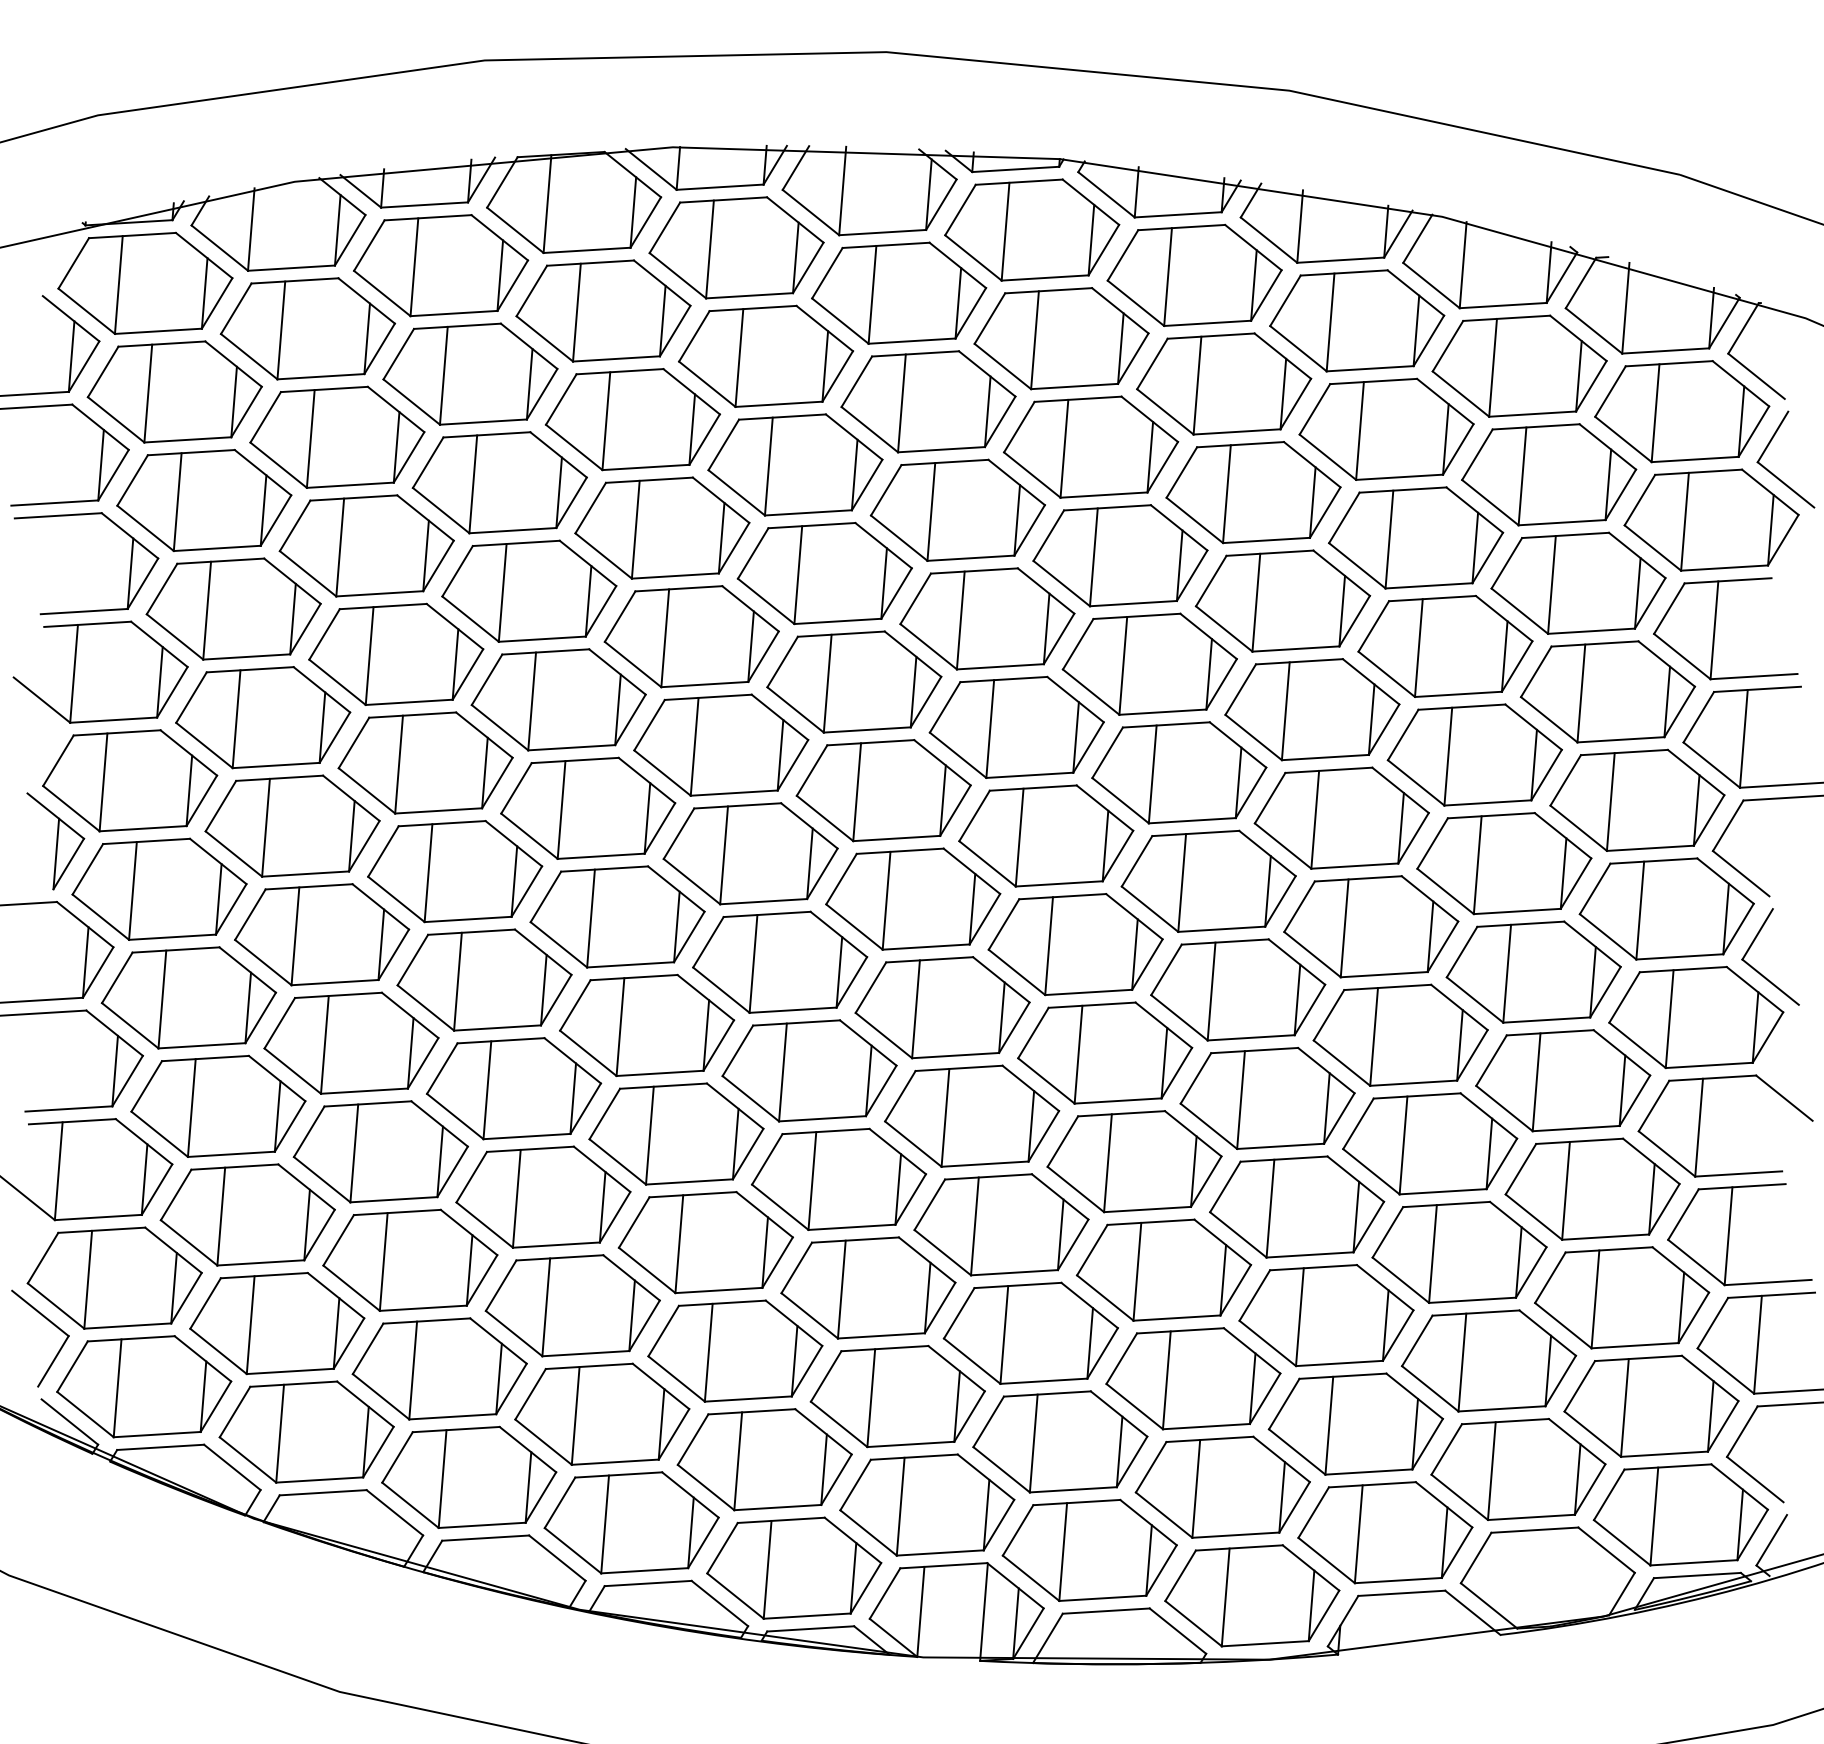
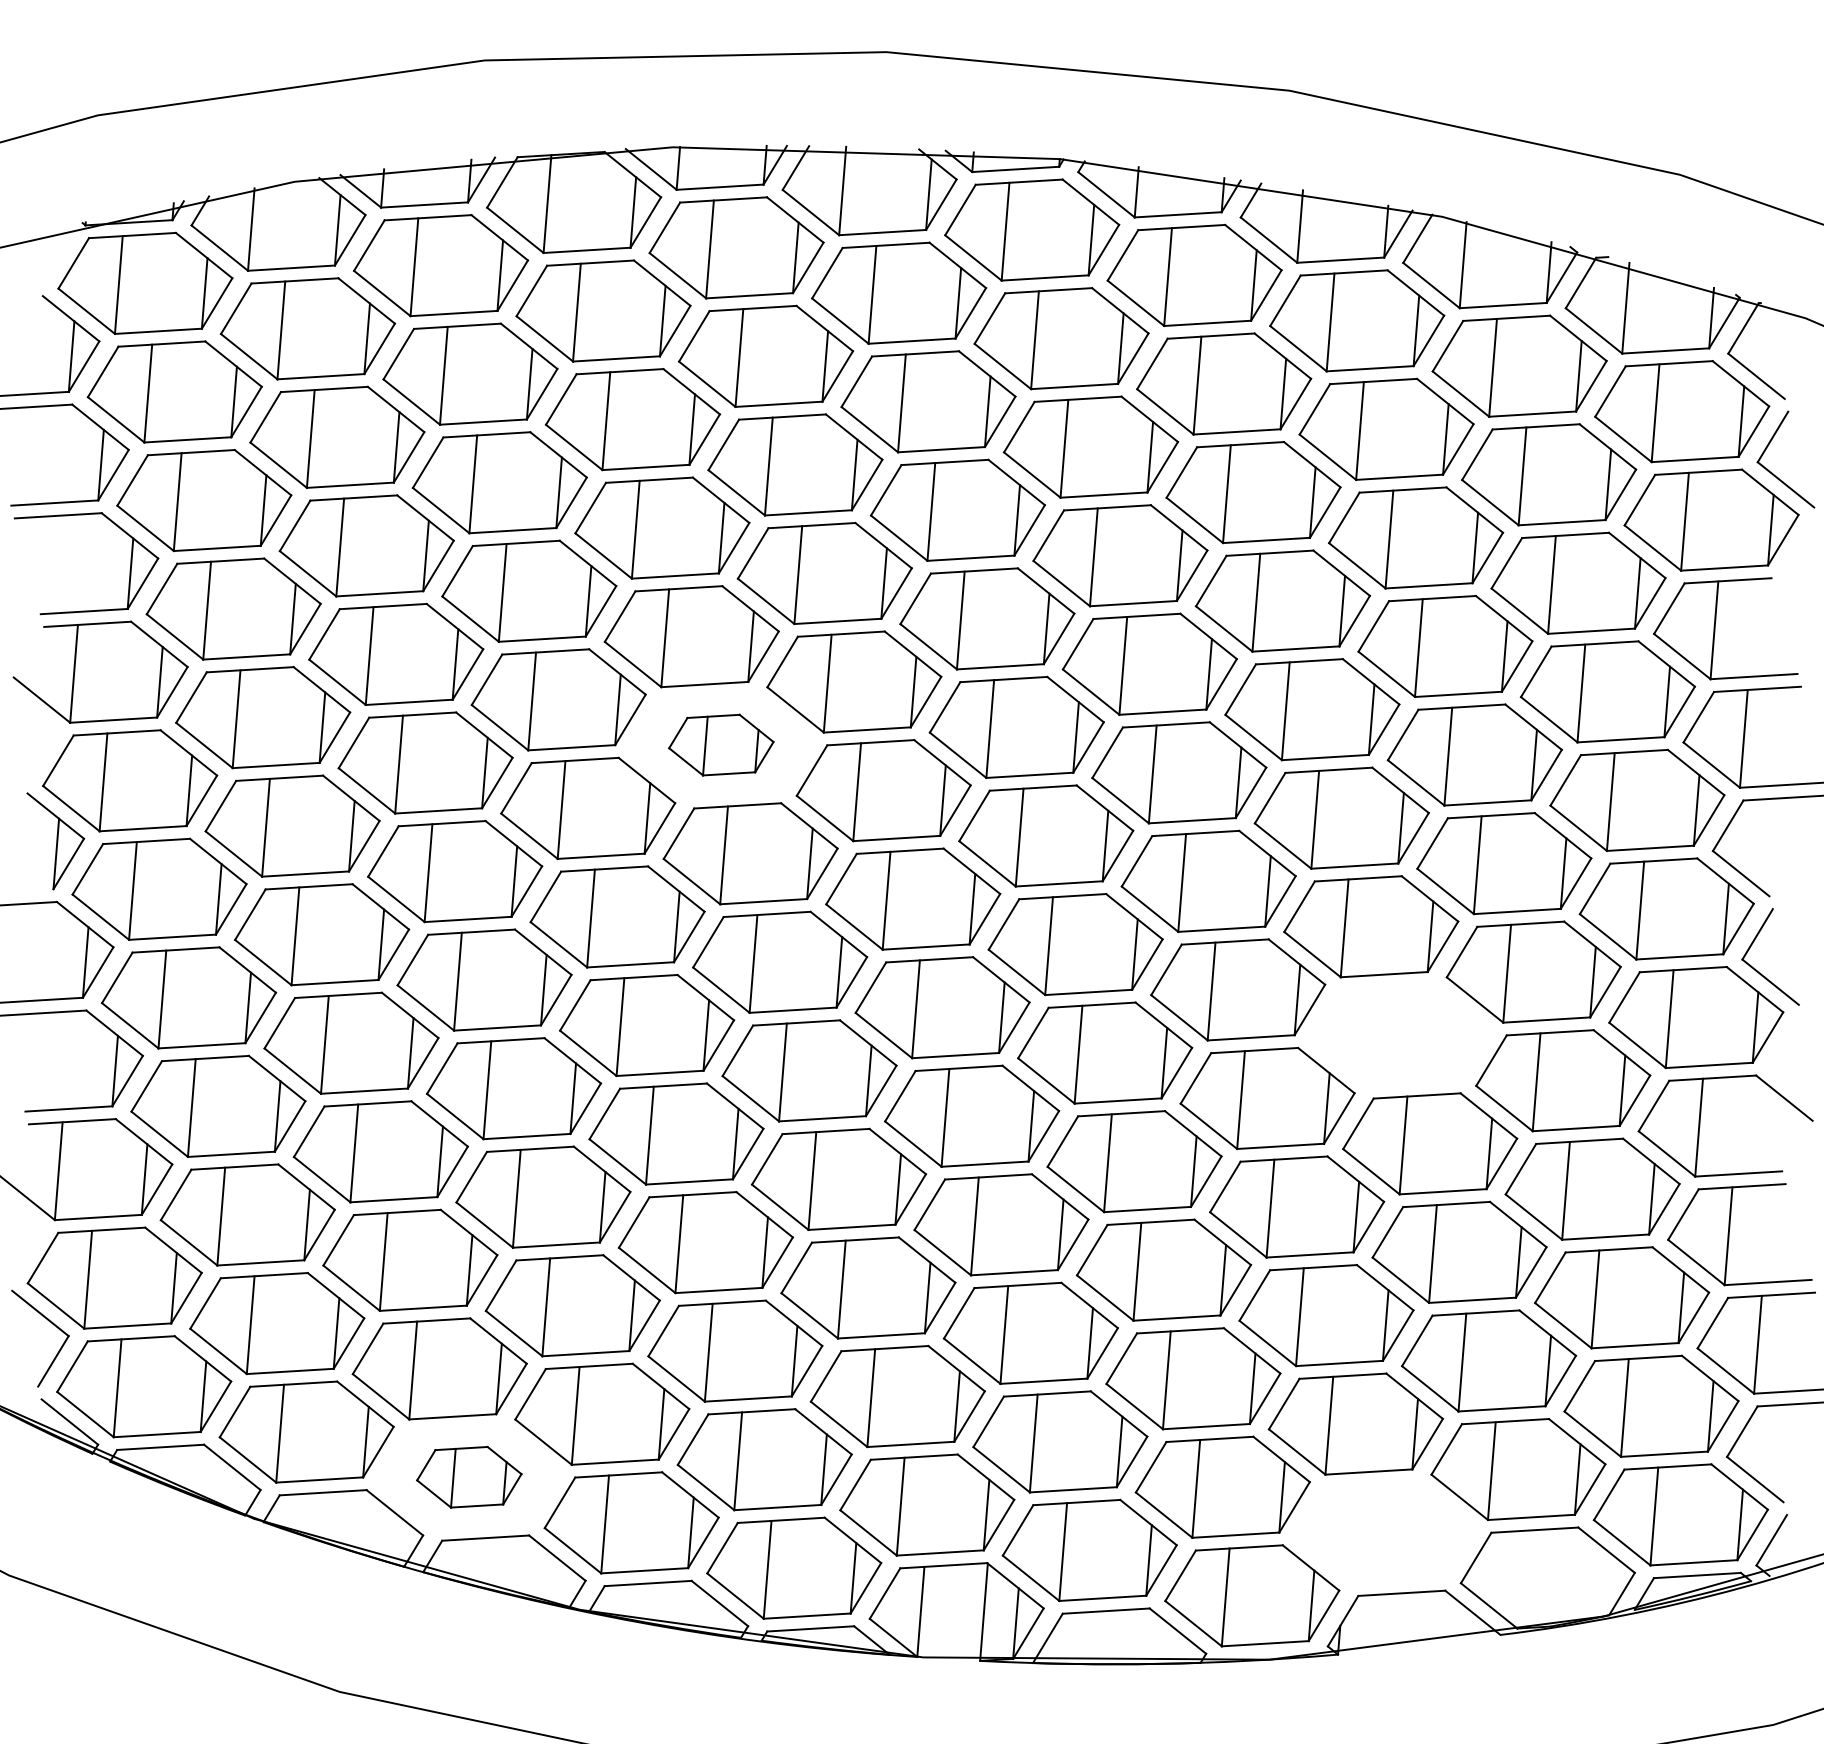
part at (721, 744) size: 177x104 px -> 107x64 px
part at (1400, 1034): present -> none
part at (469, 1476) size: 177x104 px -> 107x64 px
part at (1385, 1532): present -> none
